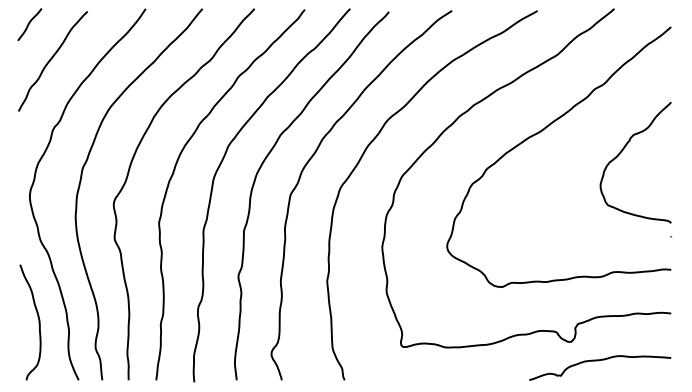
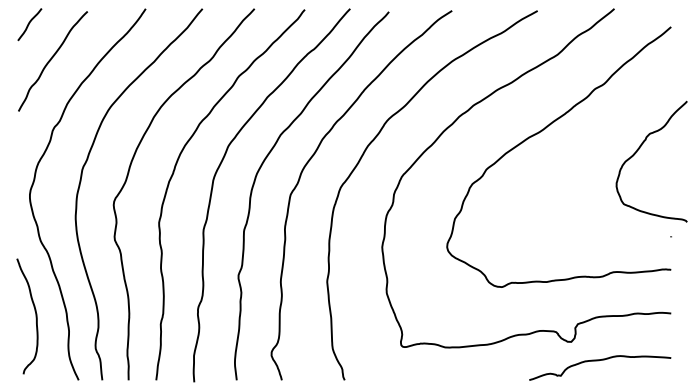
curve at (623, 150) position: (623, 150) -> (639, 149)
curve at (38, 322) position: (38, 322) -> (35, 316)
